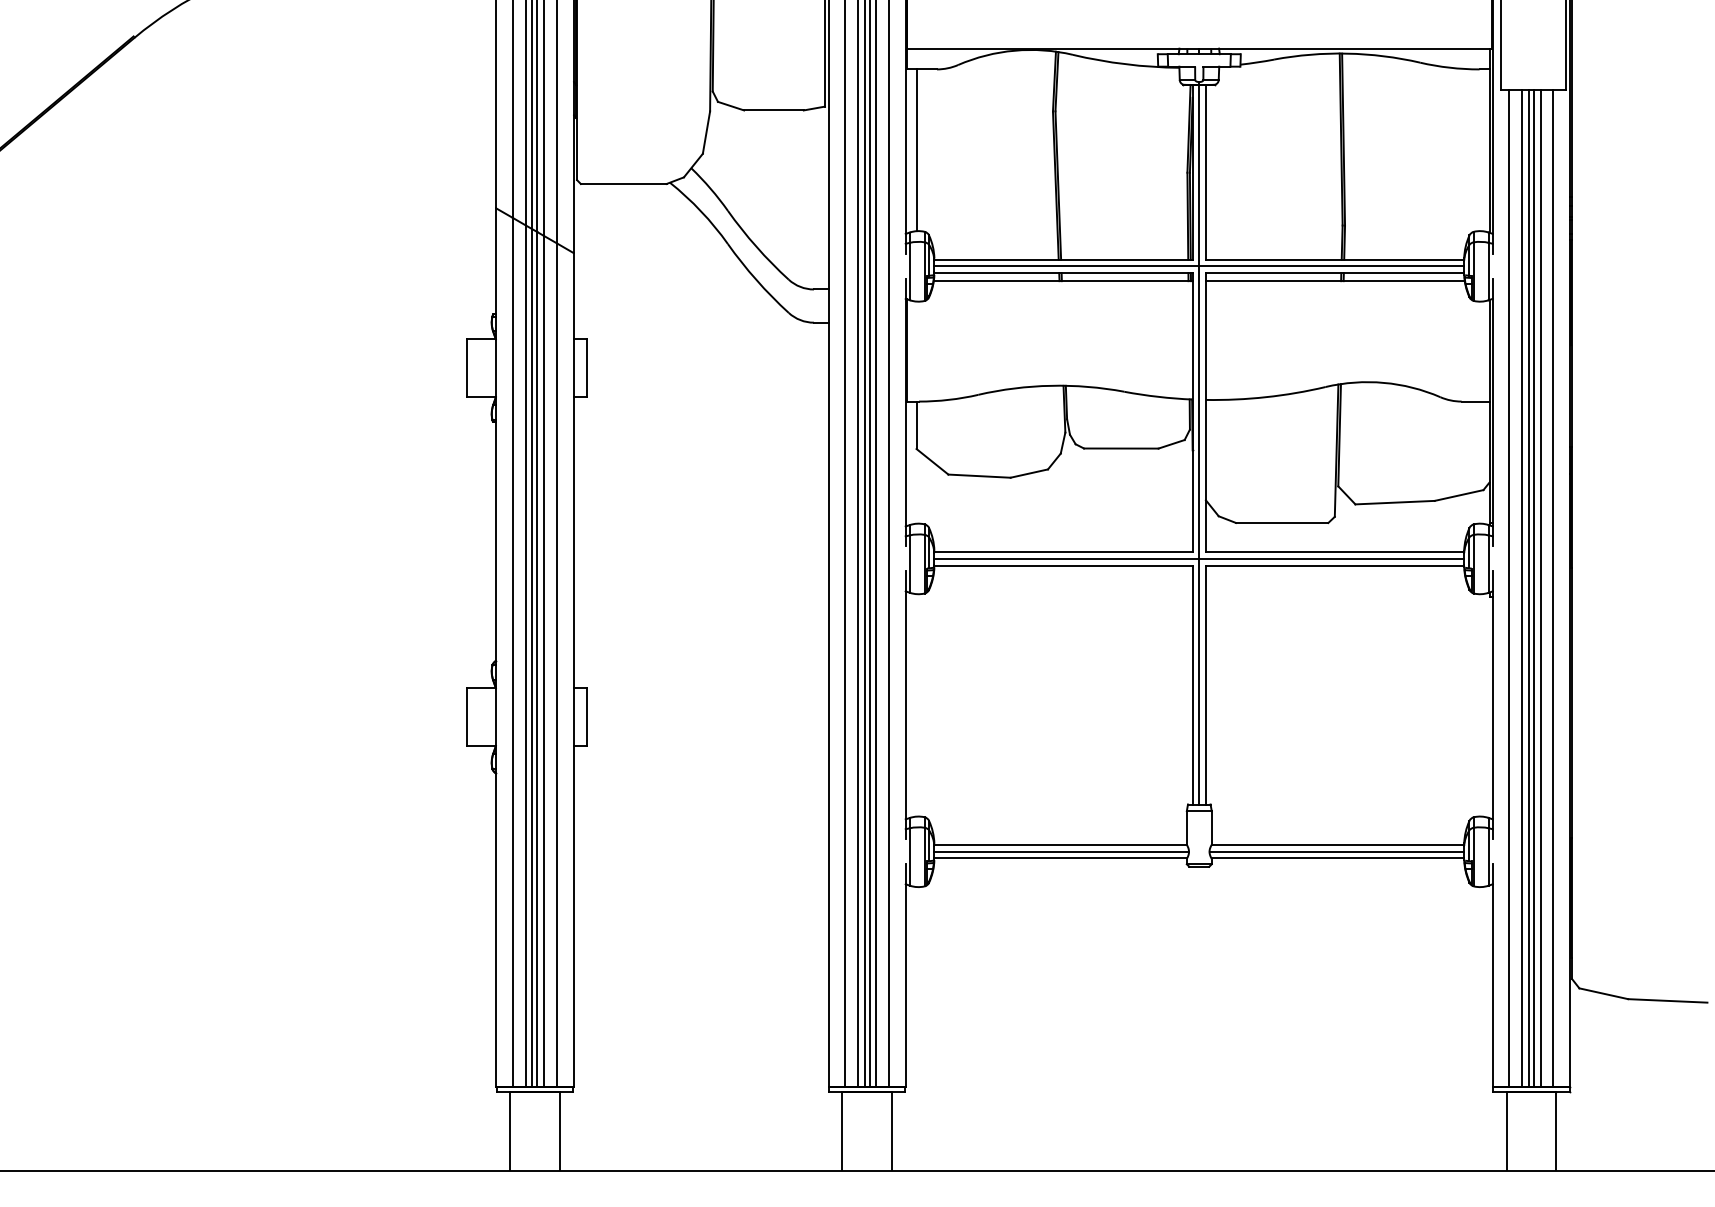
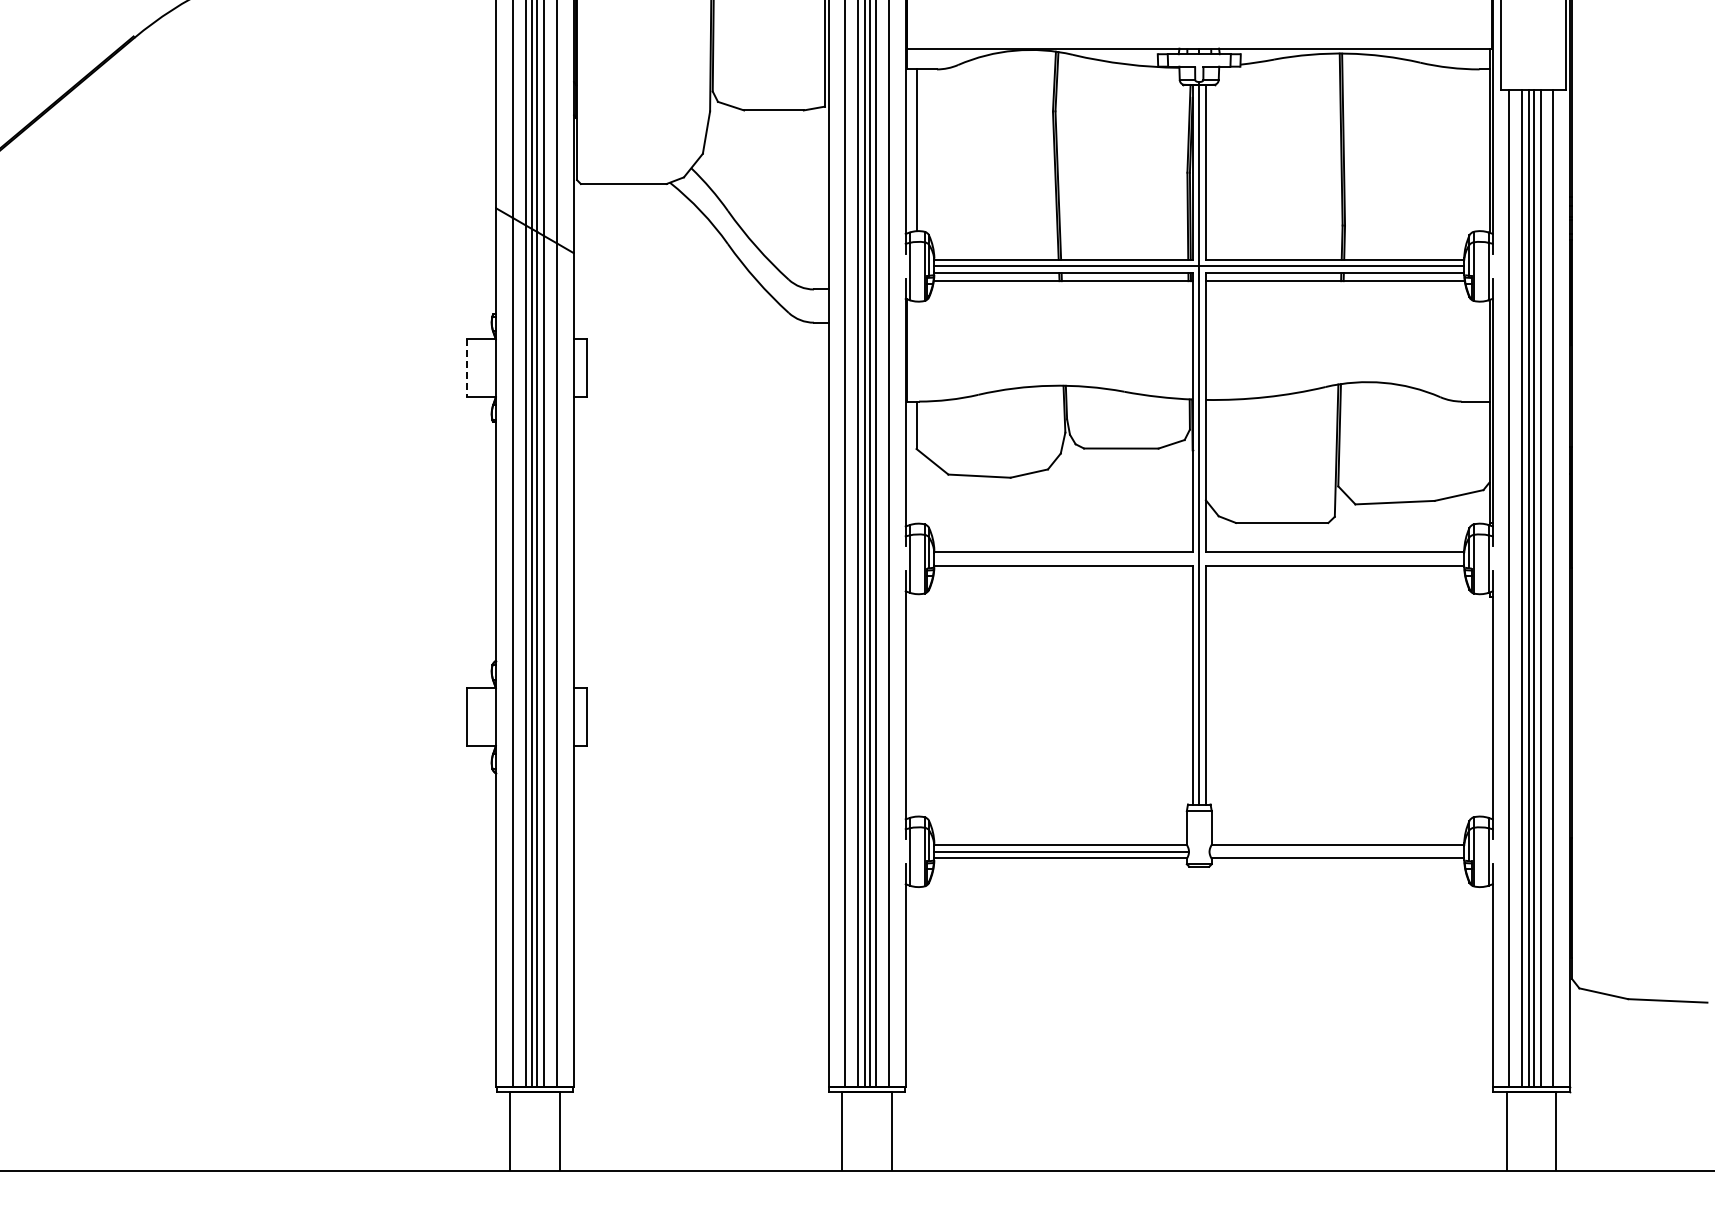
line at (466, 368): solid -> dashed
line at (1199, 558): present -> none
line at (1336, 851): present -> none
